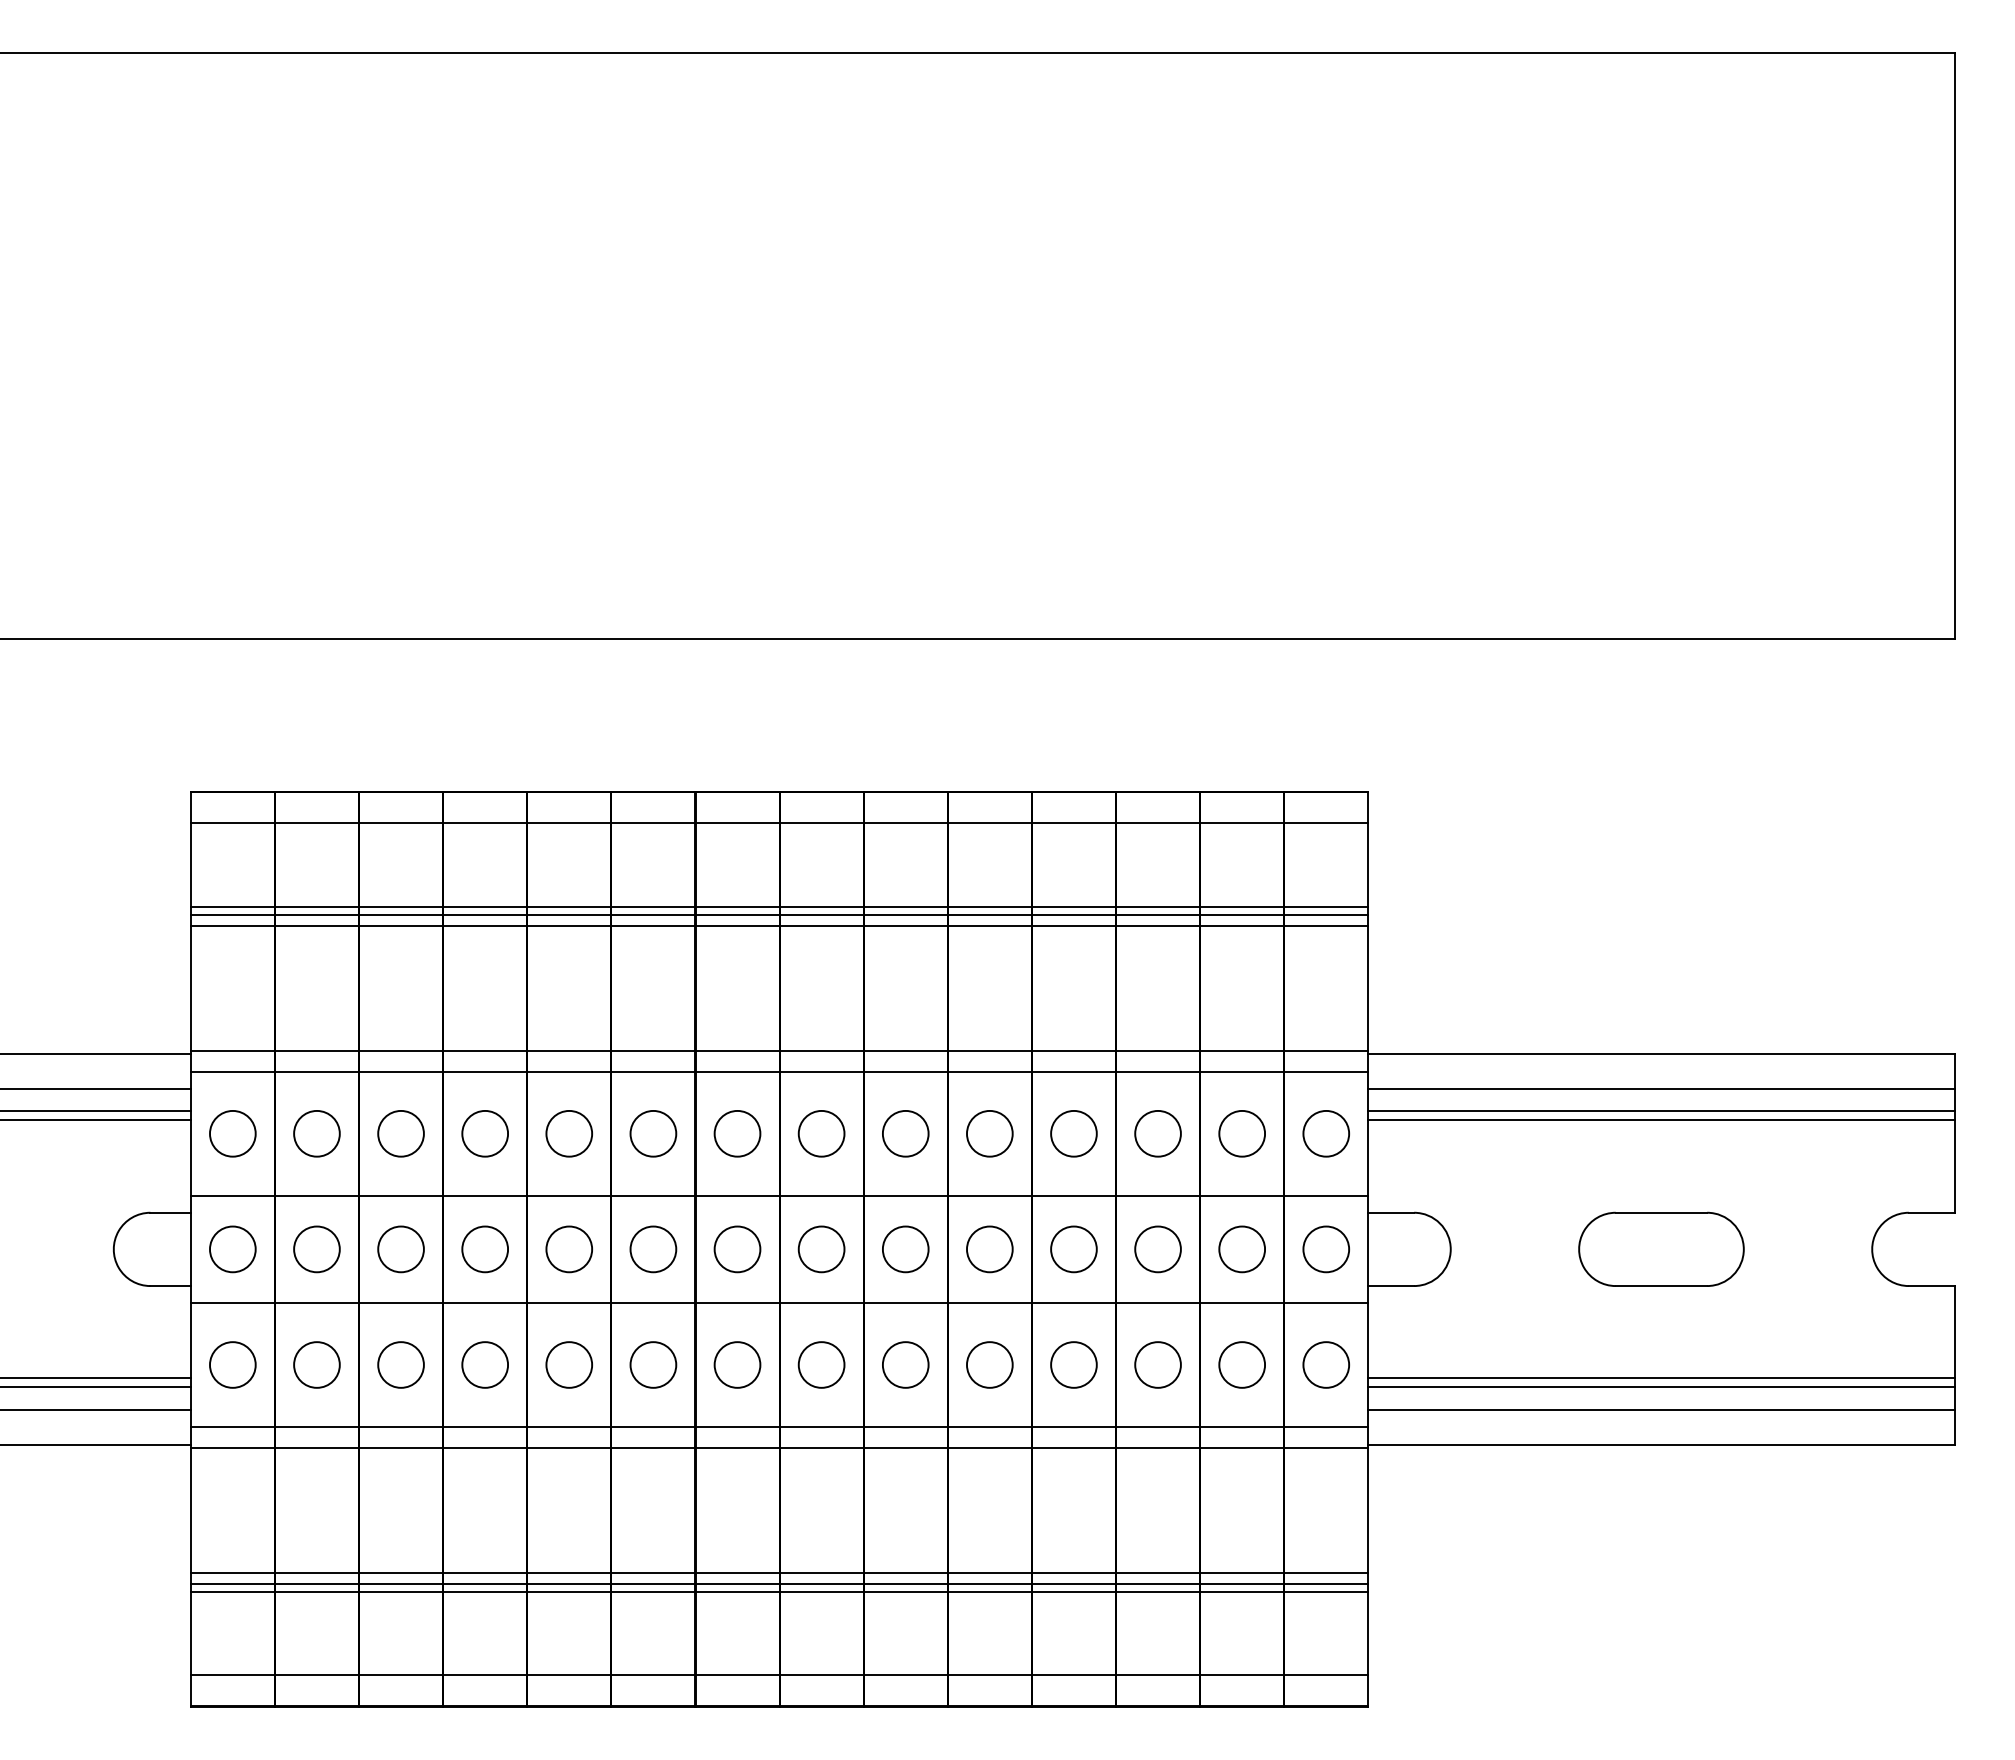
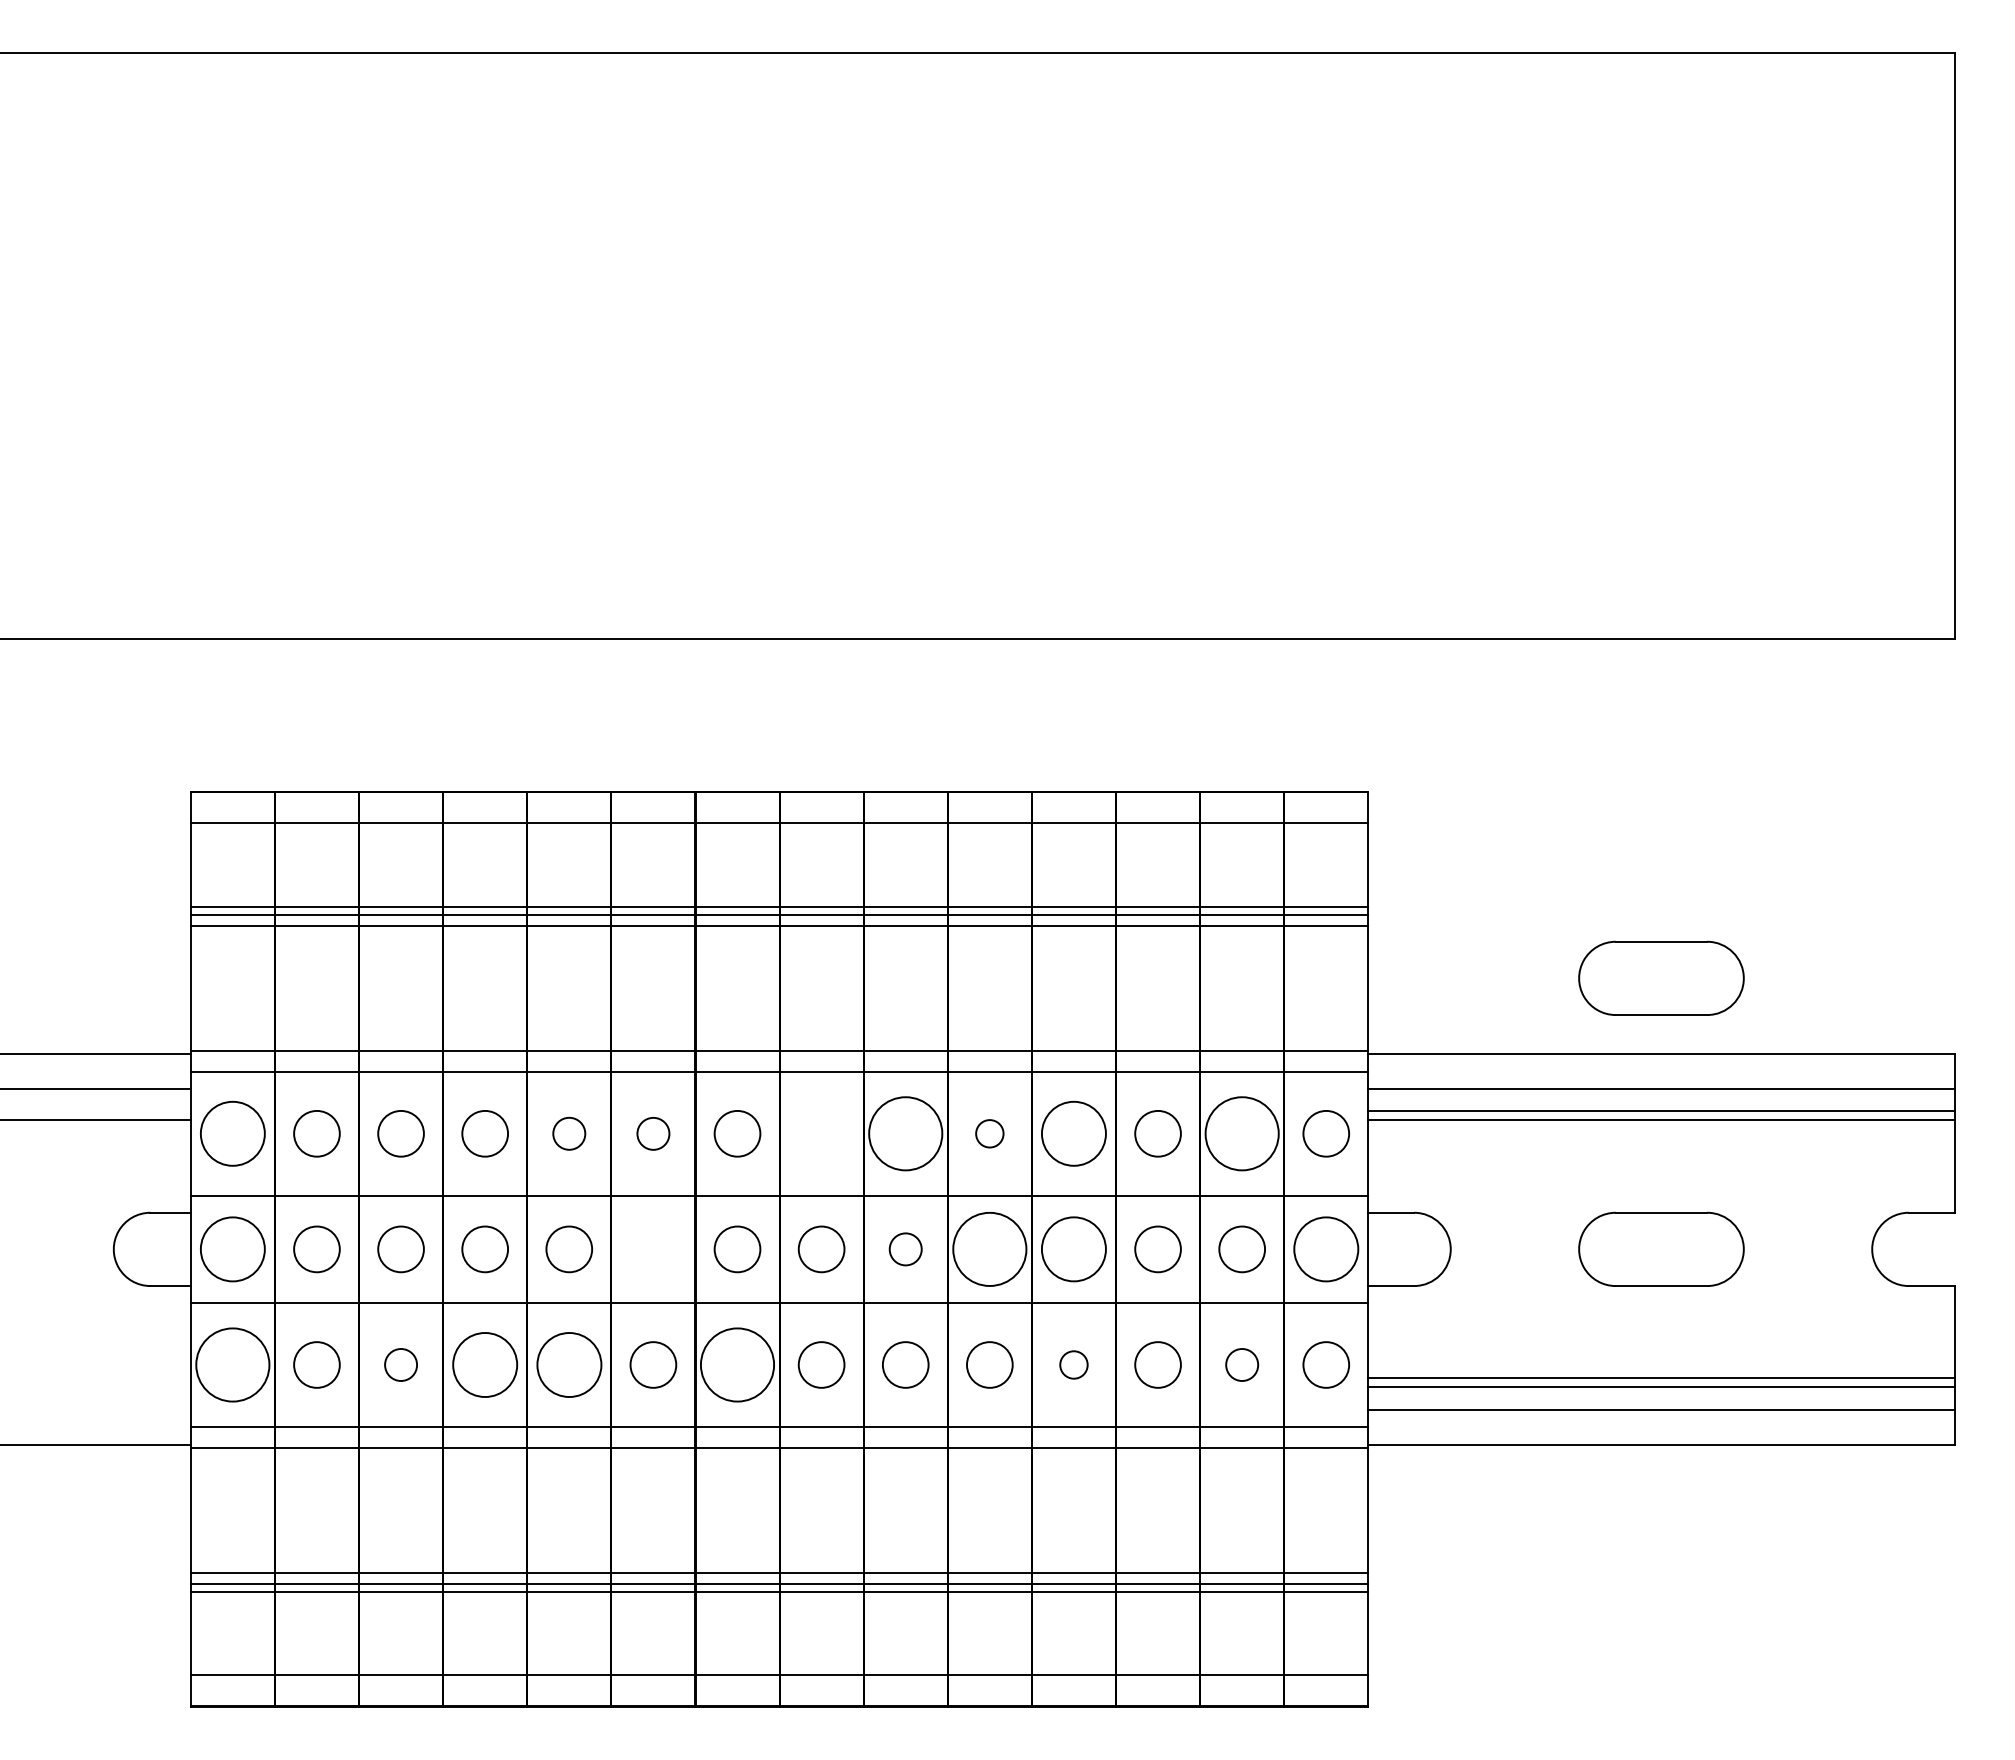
part at (1661, 977): none -> present
line at (96, 1111): present -> none
circle at (232, 1133) diameter: 46 px -> 64 px
circle at (569, 1133) diameter: 46 px -> 32 px
circle at (653, 1133) size: 49x48 px -> 35x34 px
circle at (821, 1133): present -> none
circle at (905, 1133) diameter: 46 px -> 73 px
circle at (989, 1133) diameter: 46 px -> 27 px
circle at (1073, 1133) diameter: 46 px -> 64 px
circle at (1242, 1133) diameter: 46 px -> 73 px
circle at (232, 1249) diameter: 46 px -> 64 px
circle at (653, 1249): present -> none
circle at (905, 1249) diameter: 46 px -> 32 px
circle at (989, 1249) diameter: 46 px -> 73 px
circle at (1073, 1249) size: 48x49 px -> 66x67 px
circle at (1326, 1249) diameter: 46 px -> 64 px
circle at (232, 1364) diameter: 46 px -> 73 px
circle at (400, 1364) diameter: 46 px -> 32 px
circle at (485, 1364) diameter: 46 px -> 64 px
circle at (568, 1364) size: 48x48 px -> 67x66 px
circle at (737, 1364) diameter: 46 px -> 73 px
circle at (1073, 1364) diameter: 46 px -> 27 px
circle at (1242, 1364) diameter: 46 px -> 32 px
line at (96, 1378): present -> none
line at (96, 1387): present -> none
line at (96, 1410): present -> none
